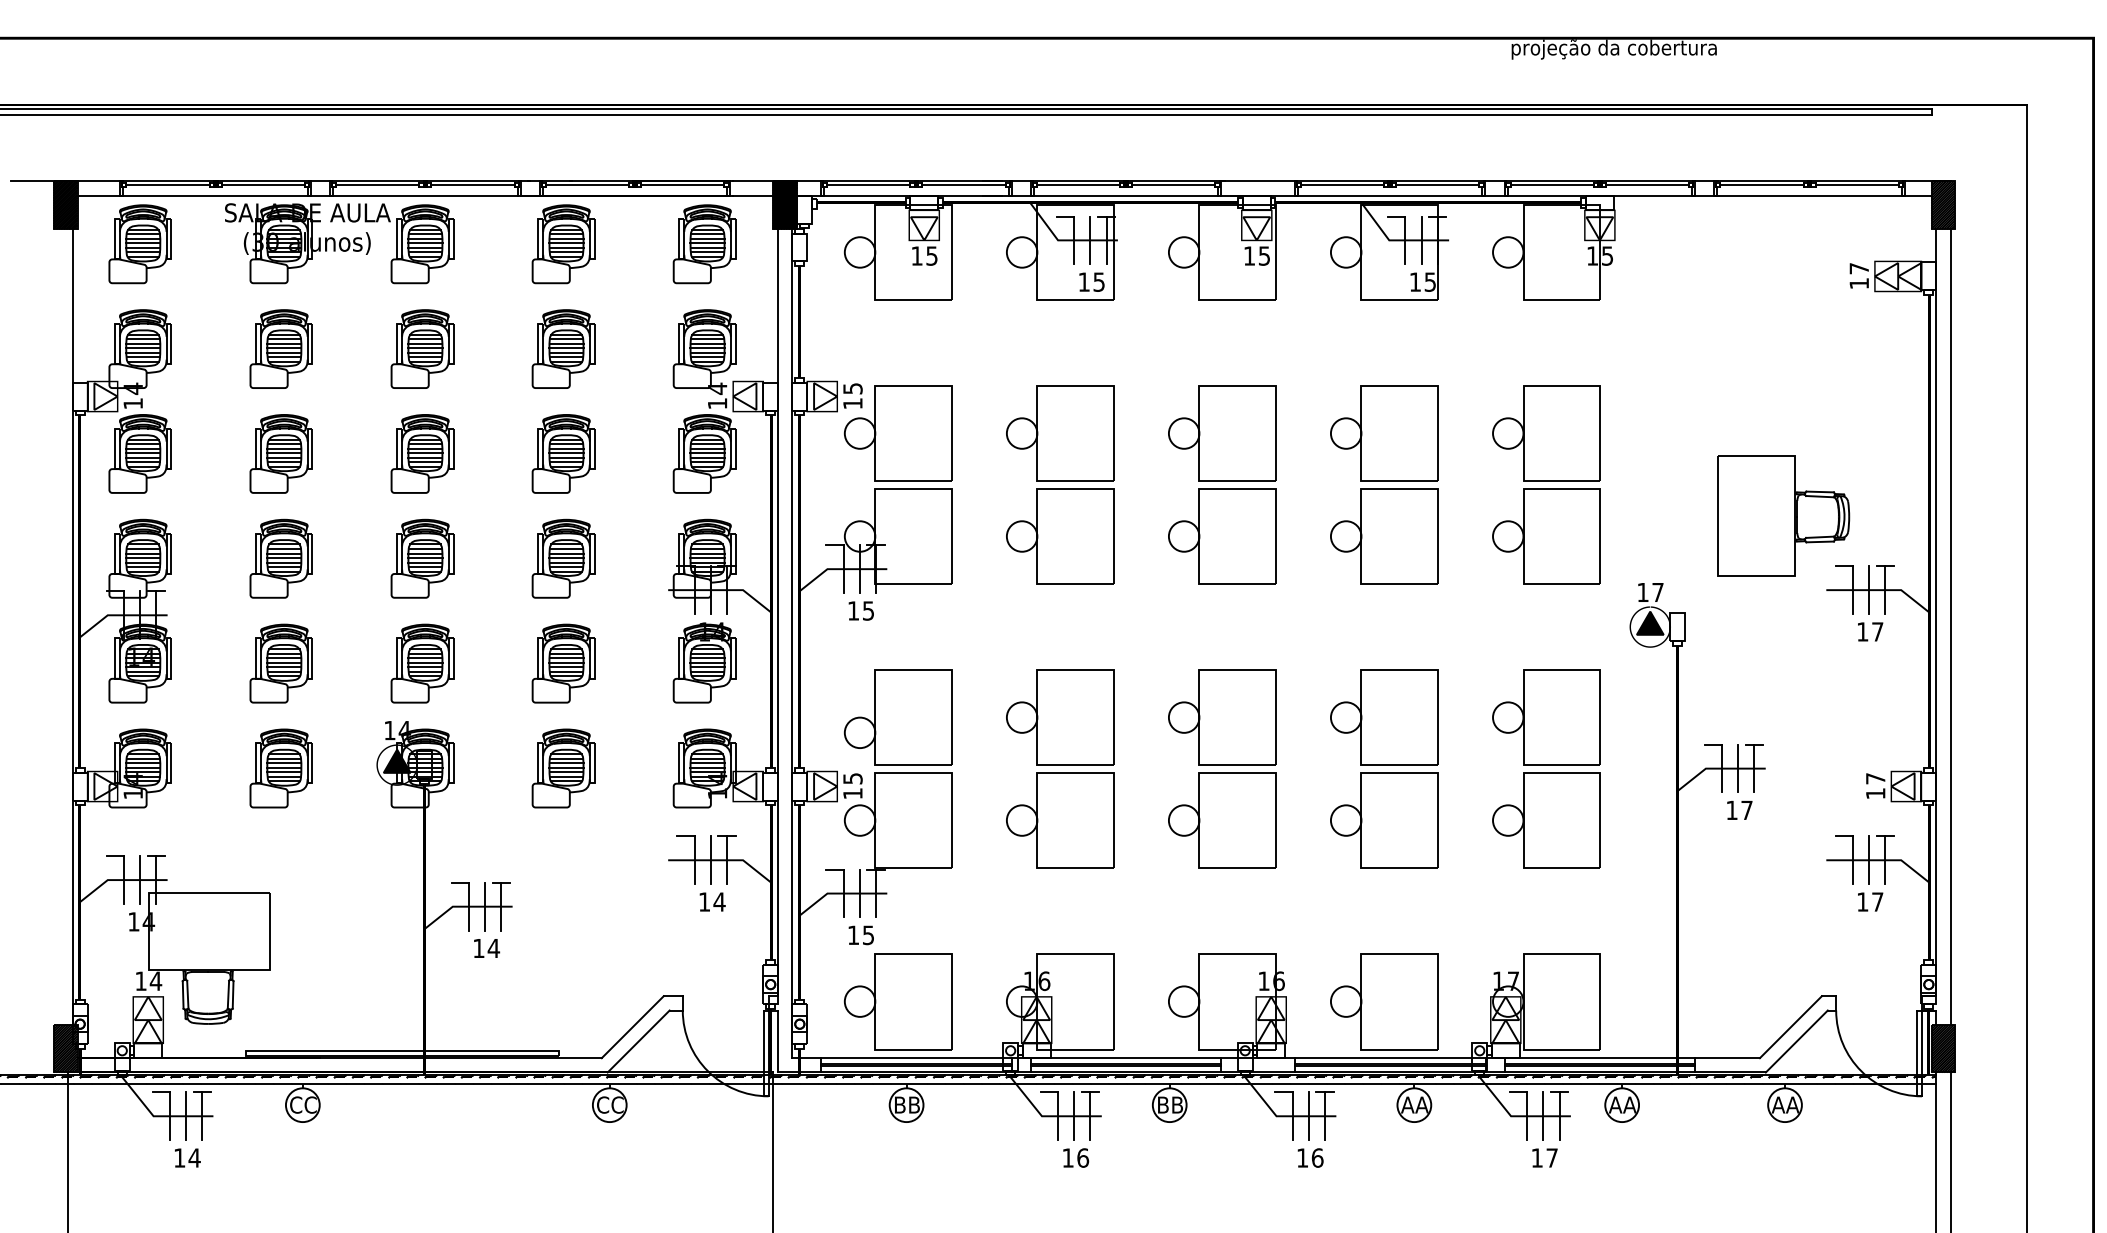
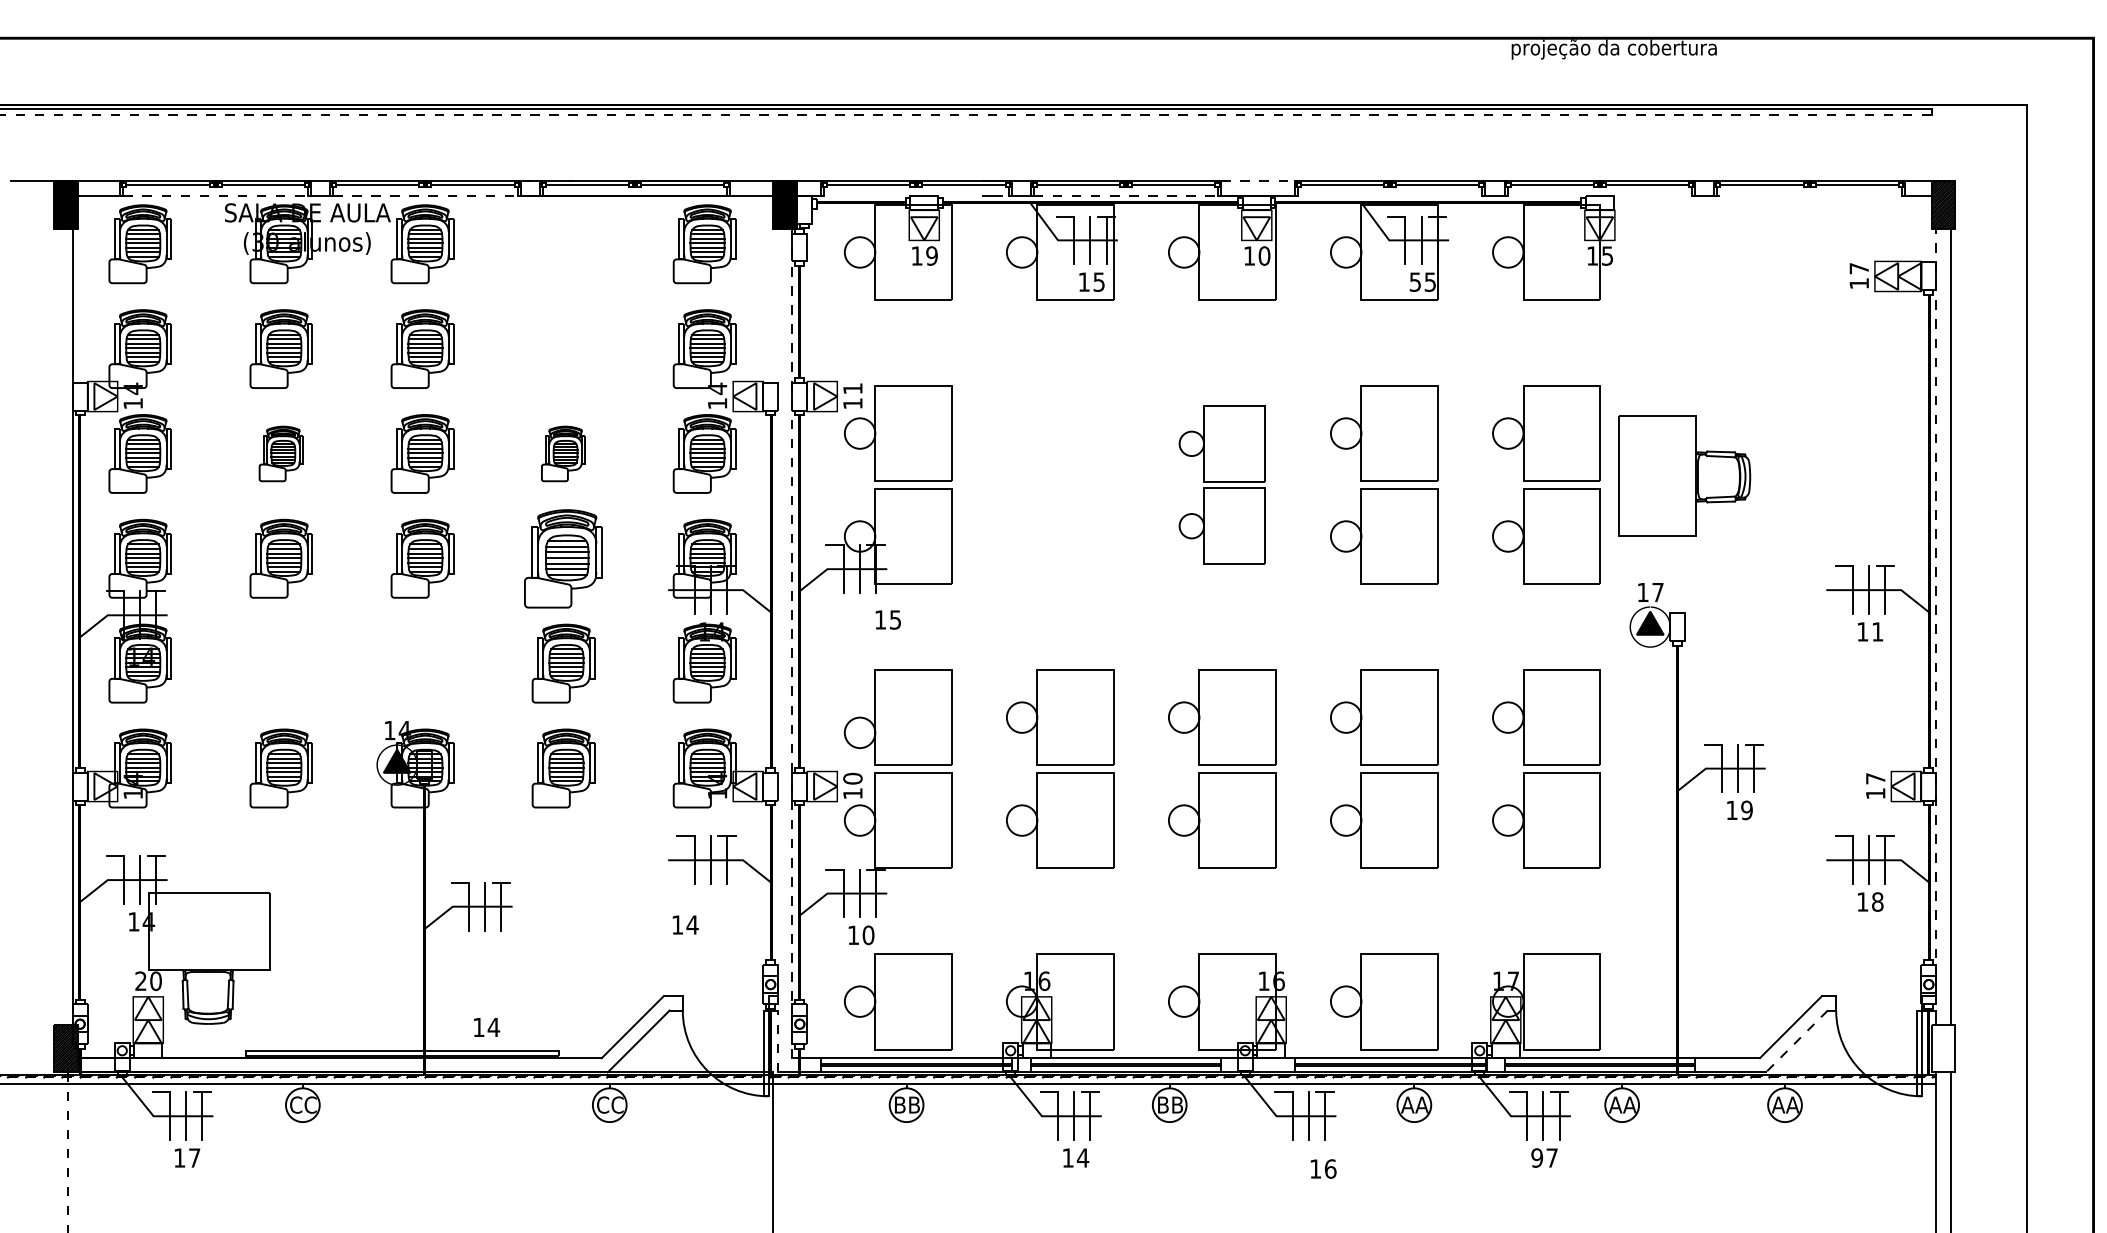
line at (965, 114): solid -> dashed
line at (1258, 181): solid -> dashed
line at (216, 195): solid -> dashed
line at (425, 195): solid -> dashed
line at (916, 195): present -> none
line at (1126, 195): solid -> dashed
line at (1389, 195): present -> none
line at (1599, 195): present -> none
line at (1809, 195): present -> none
part at (563, 244): present -> none
text at (931, 255): 15 -> 19
text at (1264, 255): 15 -> 10
text at (1414, 281): 15 -> 55
part at (563, 348): present -> none
text at (852, 388): 15 -> 11
part at (280, 453) size: 64x80 px -> 46x58 px
part at (563, 453) size: 65x80 px -> 45x58 px
part at (1060, 484): present -> none
part at (1222, 484) size: 109x200 px -> 88x160 px
part at (1783, 515) position: (1783, 515) -> (1684, 475)
part at (563, 558) size: 65x81 px -> 79x100 px
text at (860, 610) position: (860, 610) -> (887, 619)
line at (778, 612): present -> none
line at (1936, 612): solid -> dashed
text at (1877, 631): 17 -> 11
line at (792, 643): solid -> dashed
part at (280, 663): present -> none
part at (422, 663): present -> none
text at (852, 778): 15 -> 10
text at (1746, 810): 17 -> 19
text at (712, 901) position: (712, 901) -> (685, 924)
text at (1877, 901): 17 -> 18
text at (868, 935): 15 -> 10
text at (487, 948) position: (487, 948) -> (487, 1027)
text at (148, 981): 14 -> 20
line at (778, 1041): solid -> dashed
line at (1796, 1041): solid -> dashed
hatch at (1943, 1048): present -> none
line at (67, 1152): solid -> dashed
text at (194, 1157): 14 -> 17
text at (1082, 1157): 16 -> 14
text at (1310, 1157) position: (1310, 1157) -> (1323, 1168)
text at (1537, 1157): 17 -> 97
